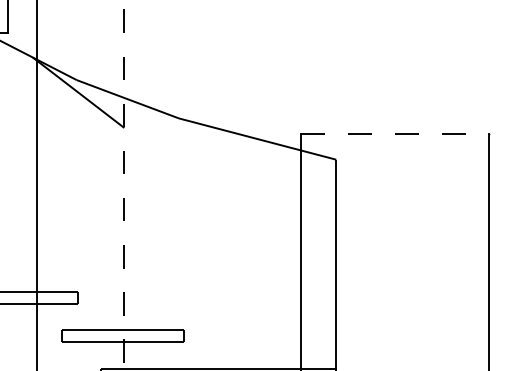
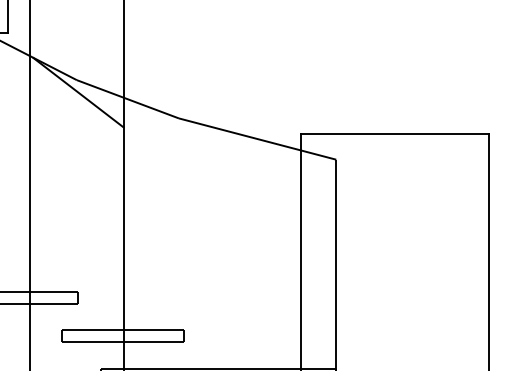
line at (395, 134): dashed -> solid
line at (37, 184) position: (37, 184) -> (30, 184)
line at (124, 185): dashed -> solid
